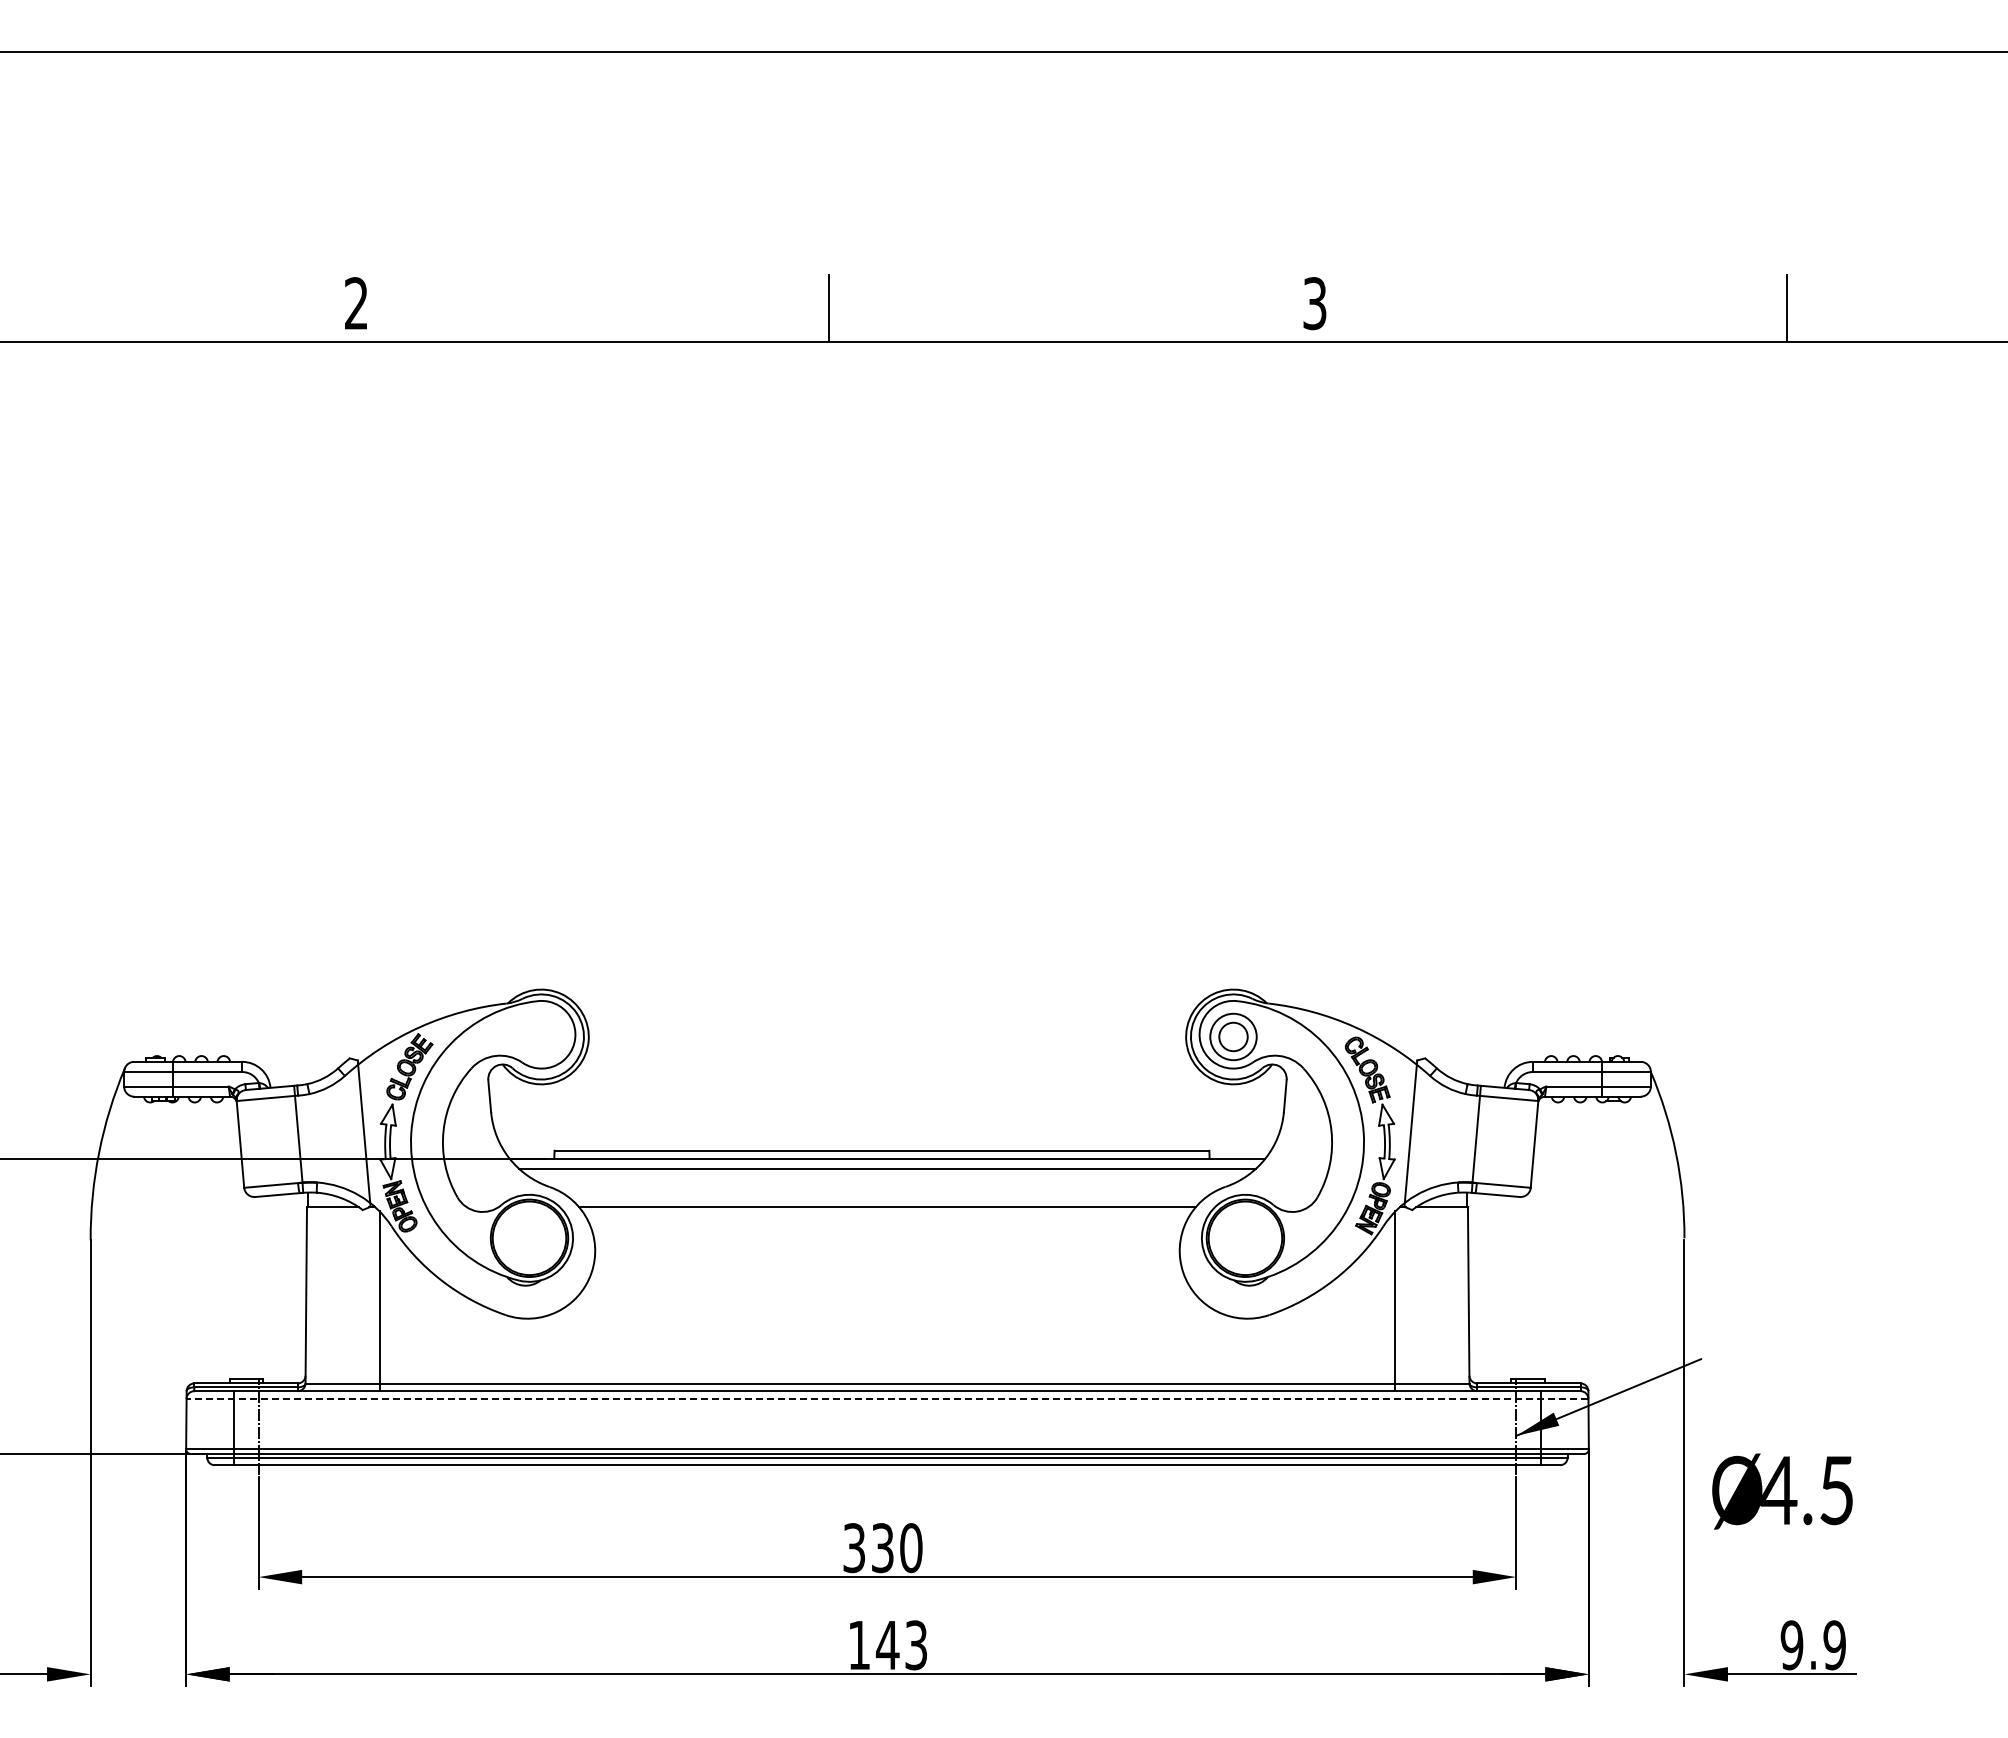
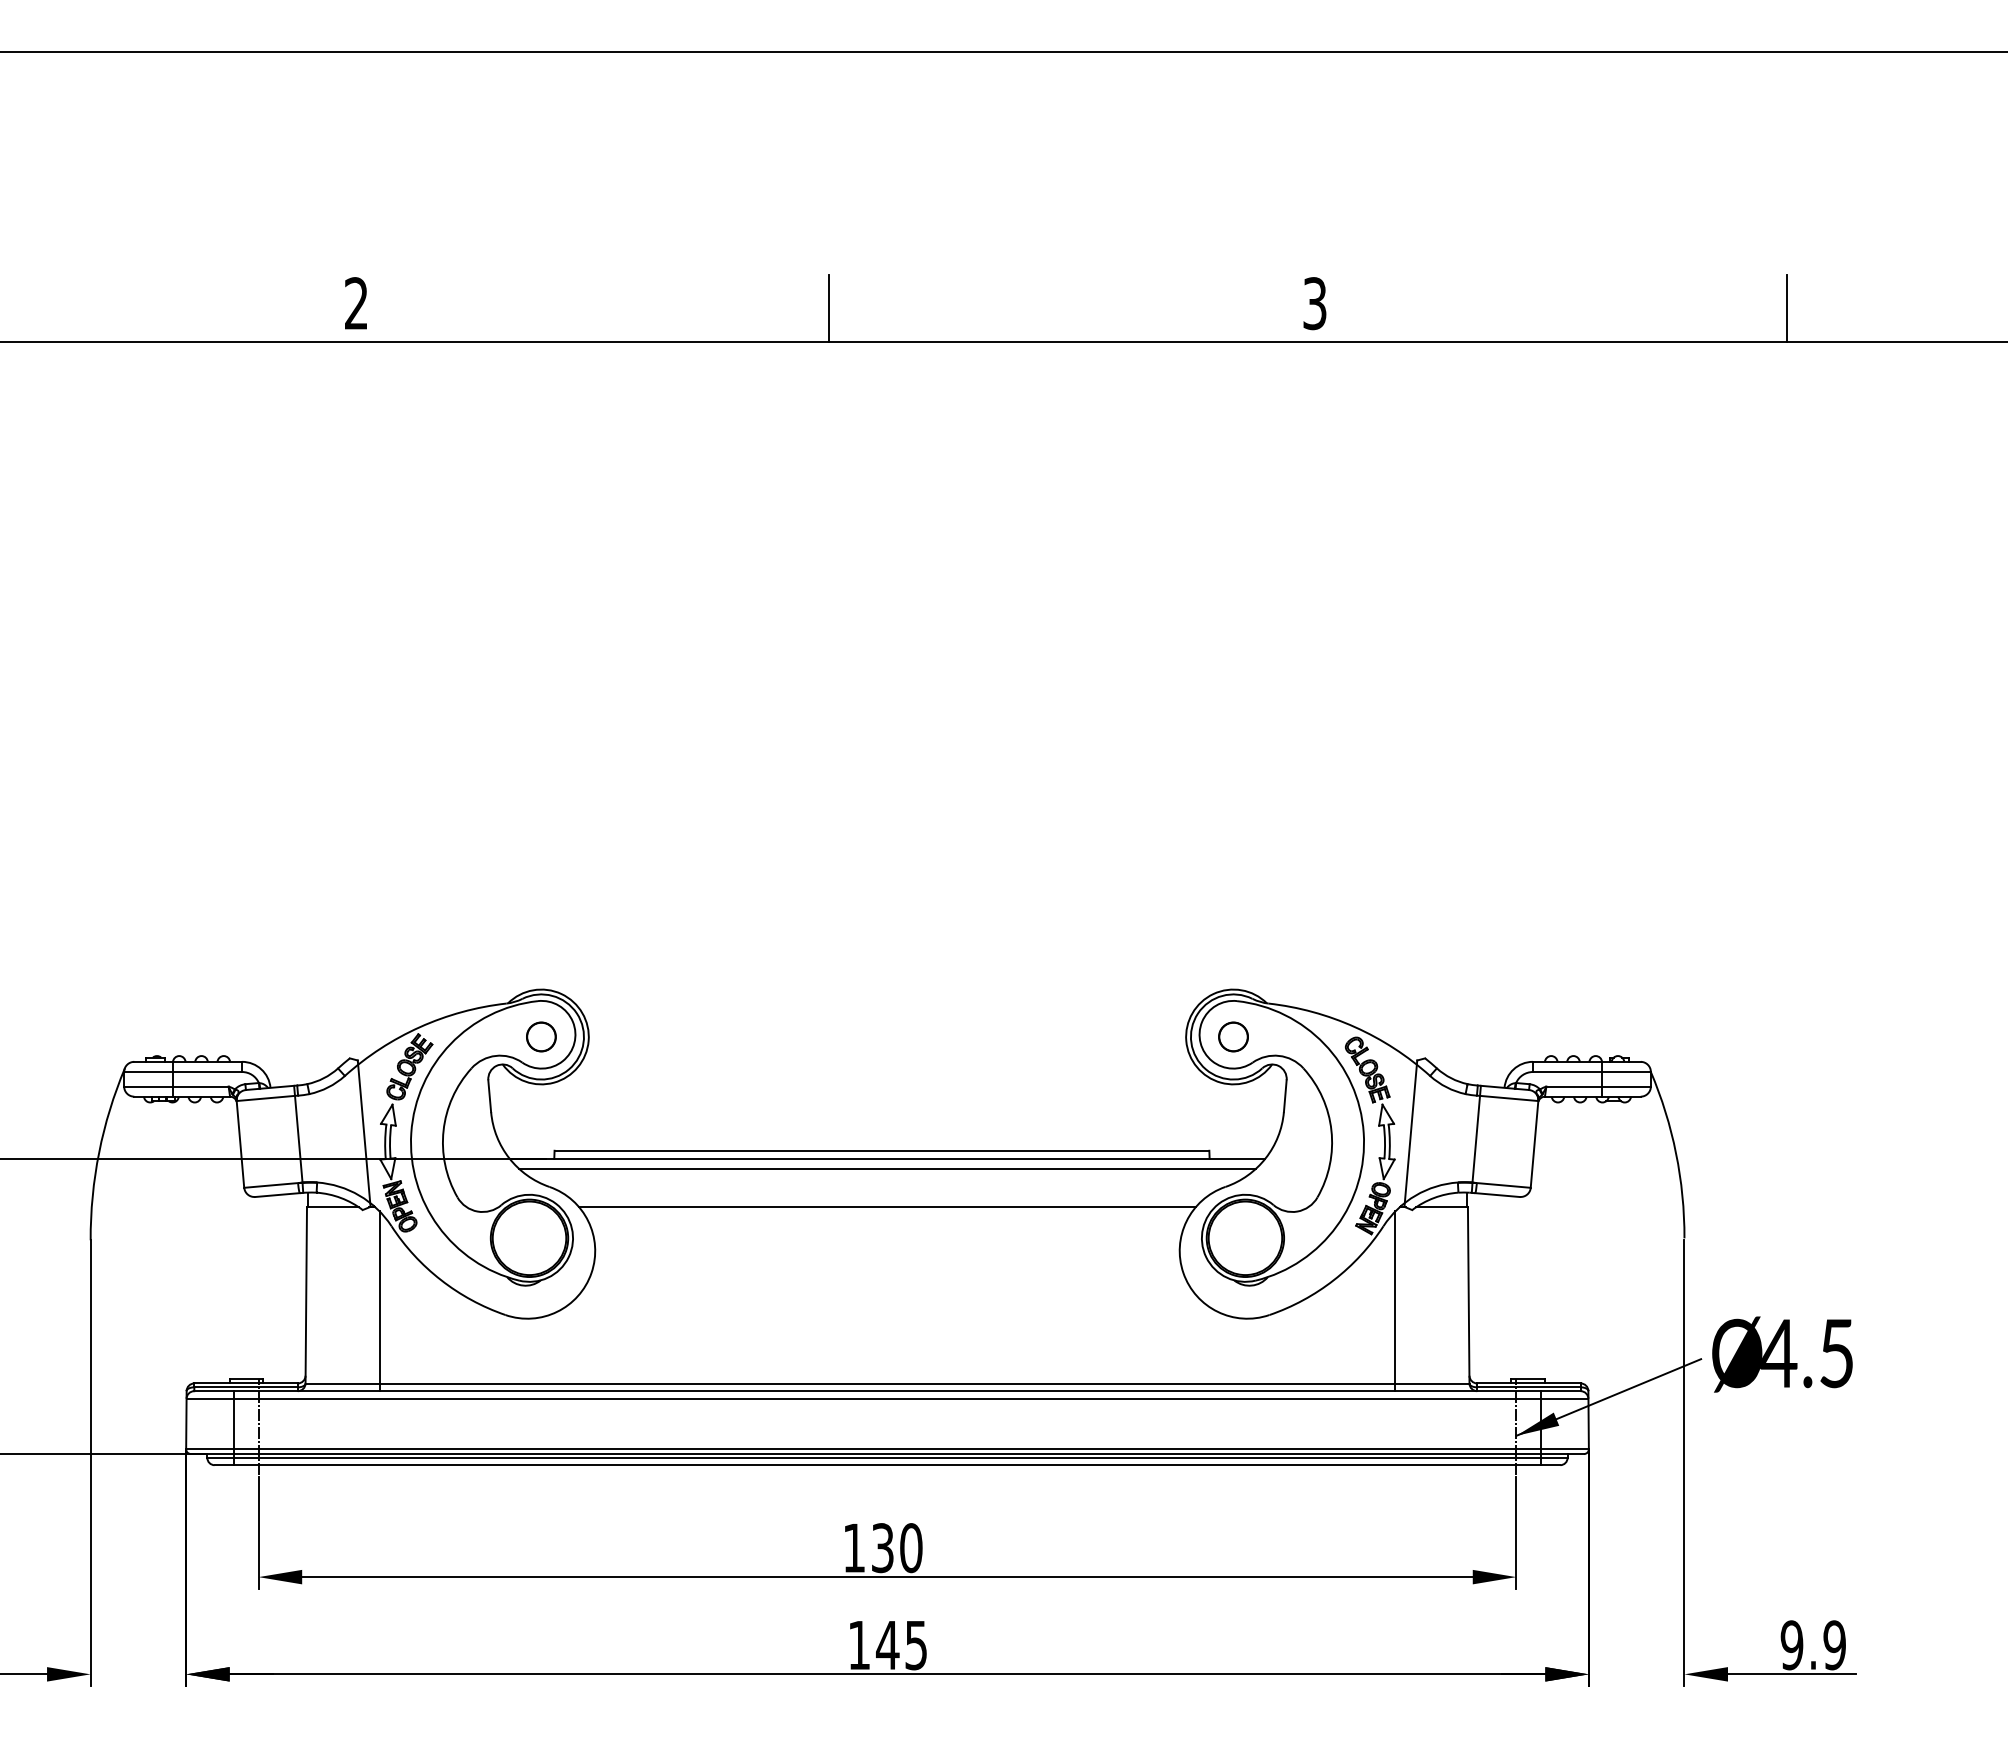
circle at (541, 1036): none -> present
circle at (1233, 1036) diameter: 46 px -> 29 px
line at (887, 1398): dashed -> solid
text at (1782, 1491) position: (1782, 1491) -> (1782, 1354)
text at (854, 1548): 330 -> 130
text at (916, 1644): 143 -> 145
